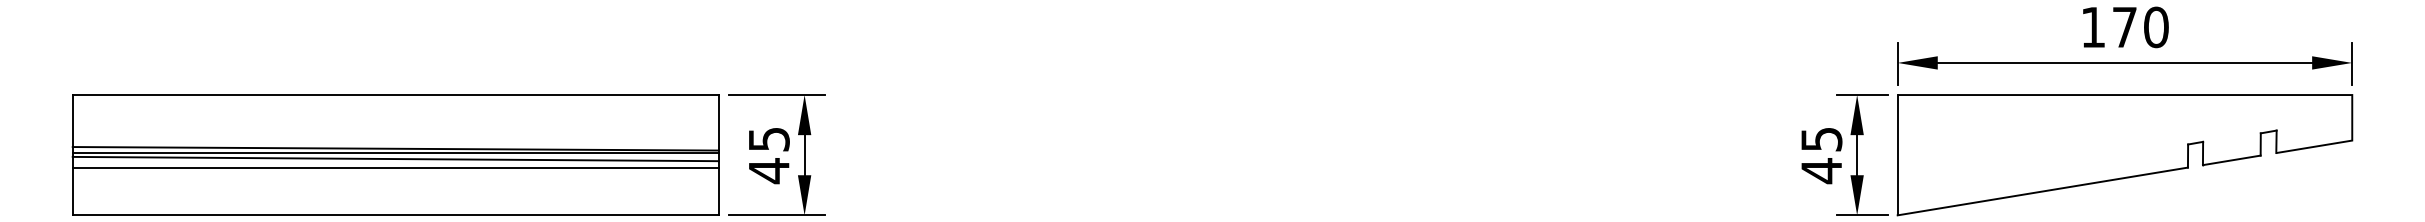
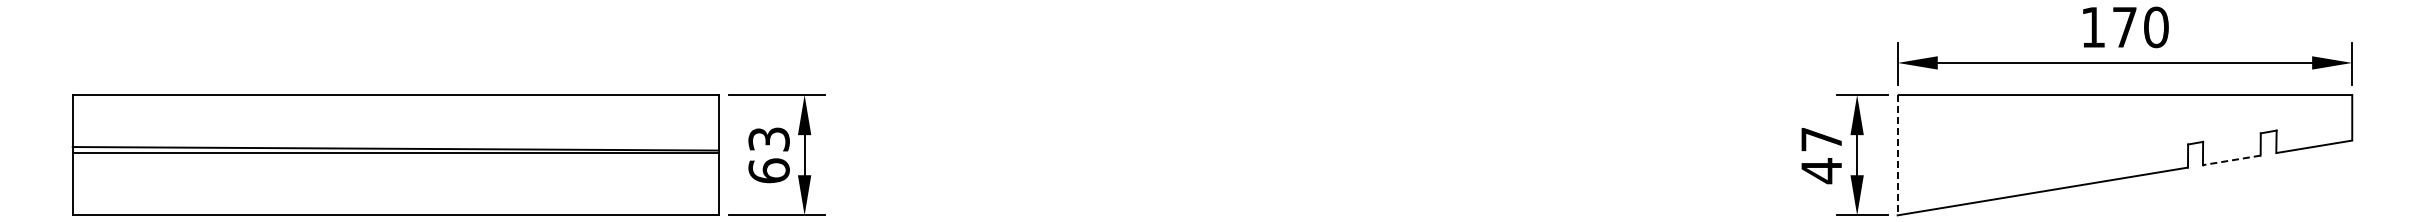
text at (1821, 139): 45 -> 47
text at (768, 155): 45 -> 63
line at (1897, 155): solid -> dashed
line at (395, 158): present -> none
line at (2231, 160): solid -> dashed
line at (395, 167): present -> none
